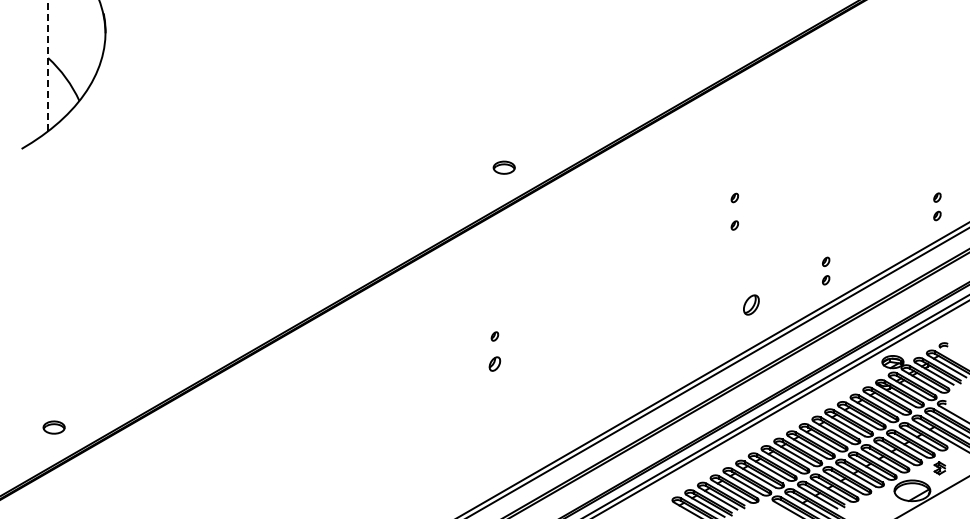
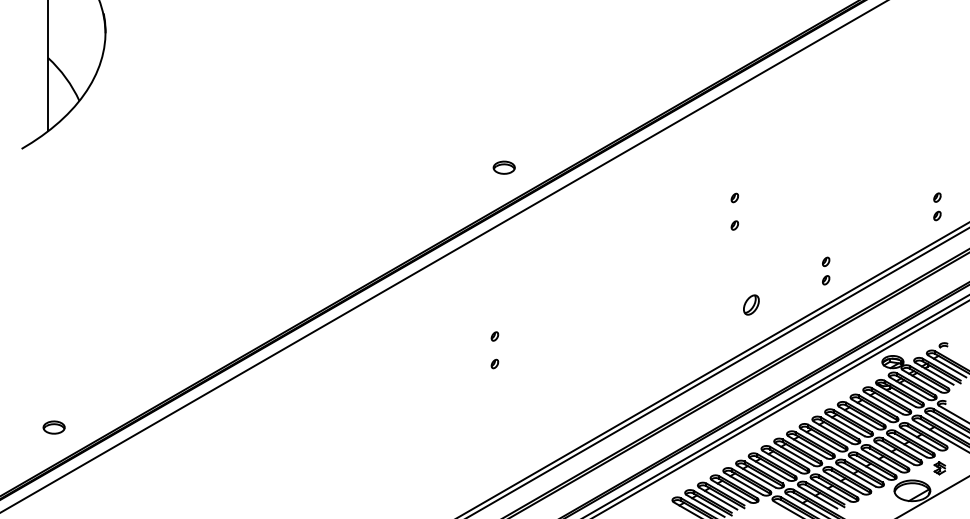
line at (48, 65): dashed -> solid
line at (443, 256): none -> present
part at (494, 363) size: 14x16 px -> 10x12 px
